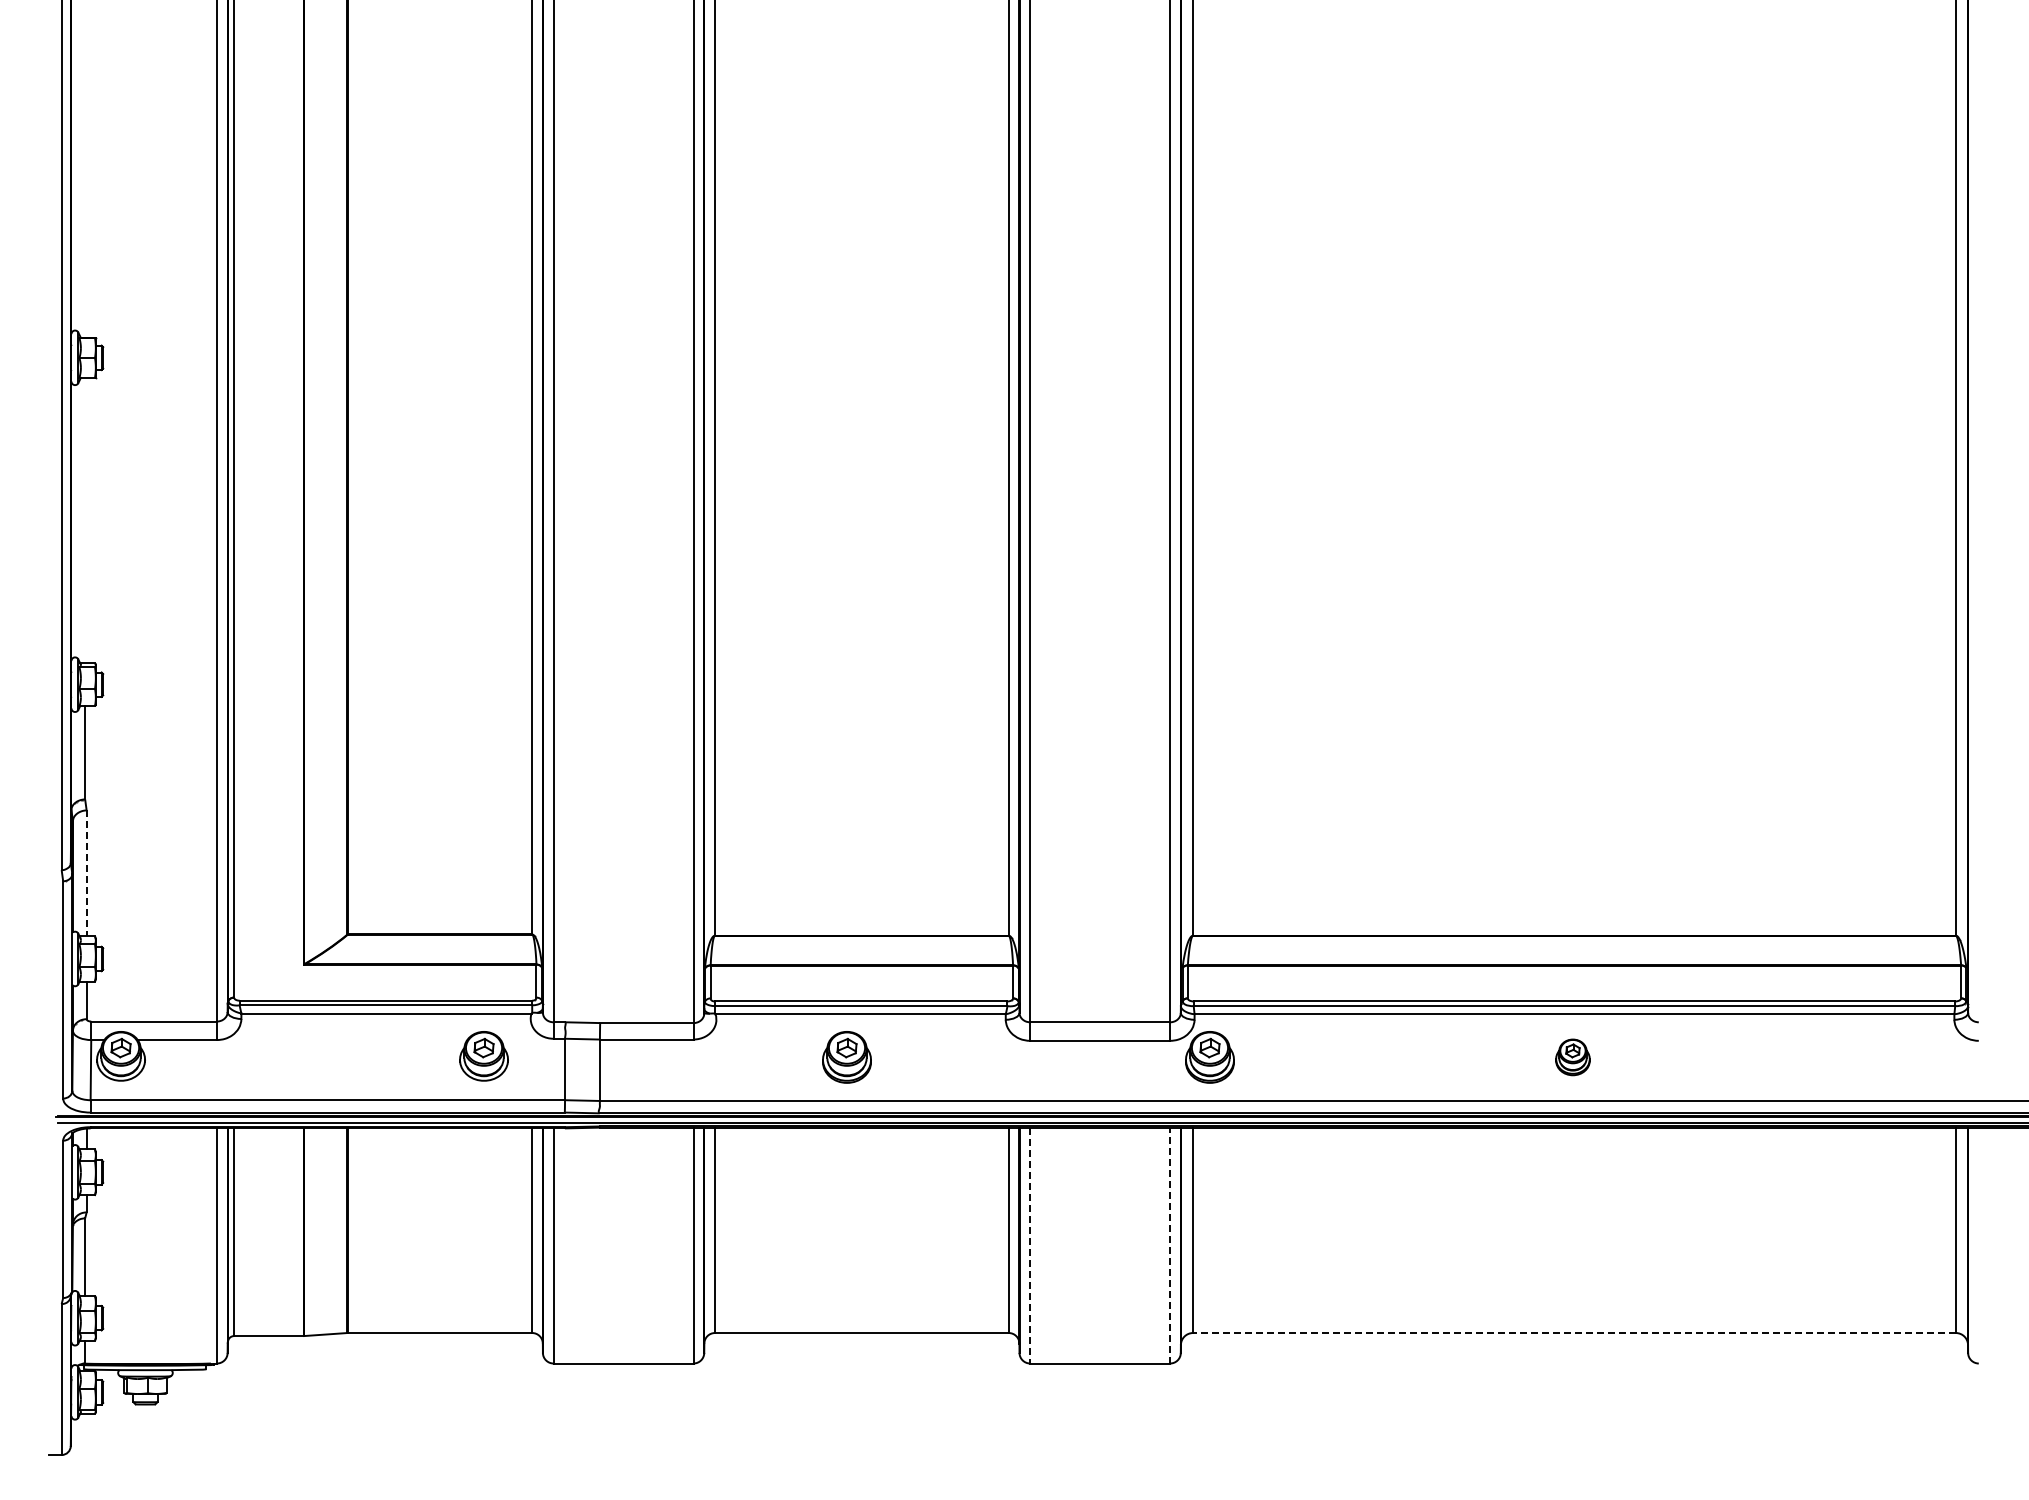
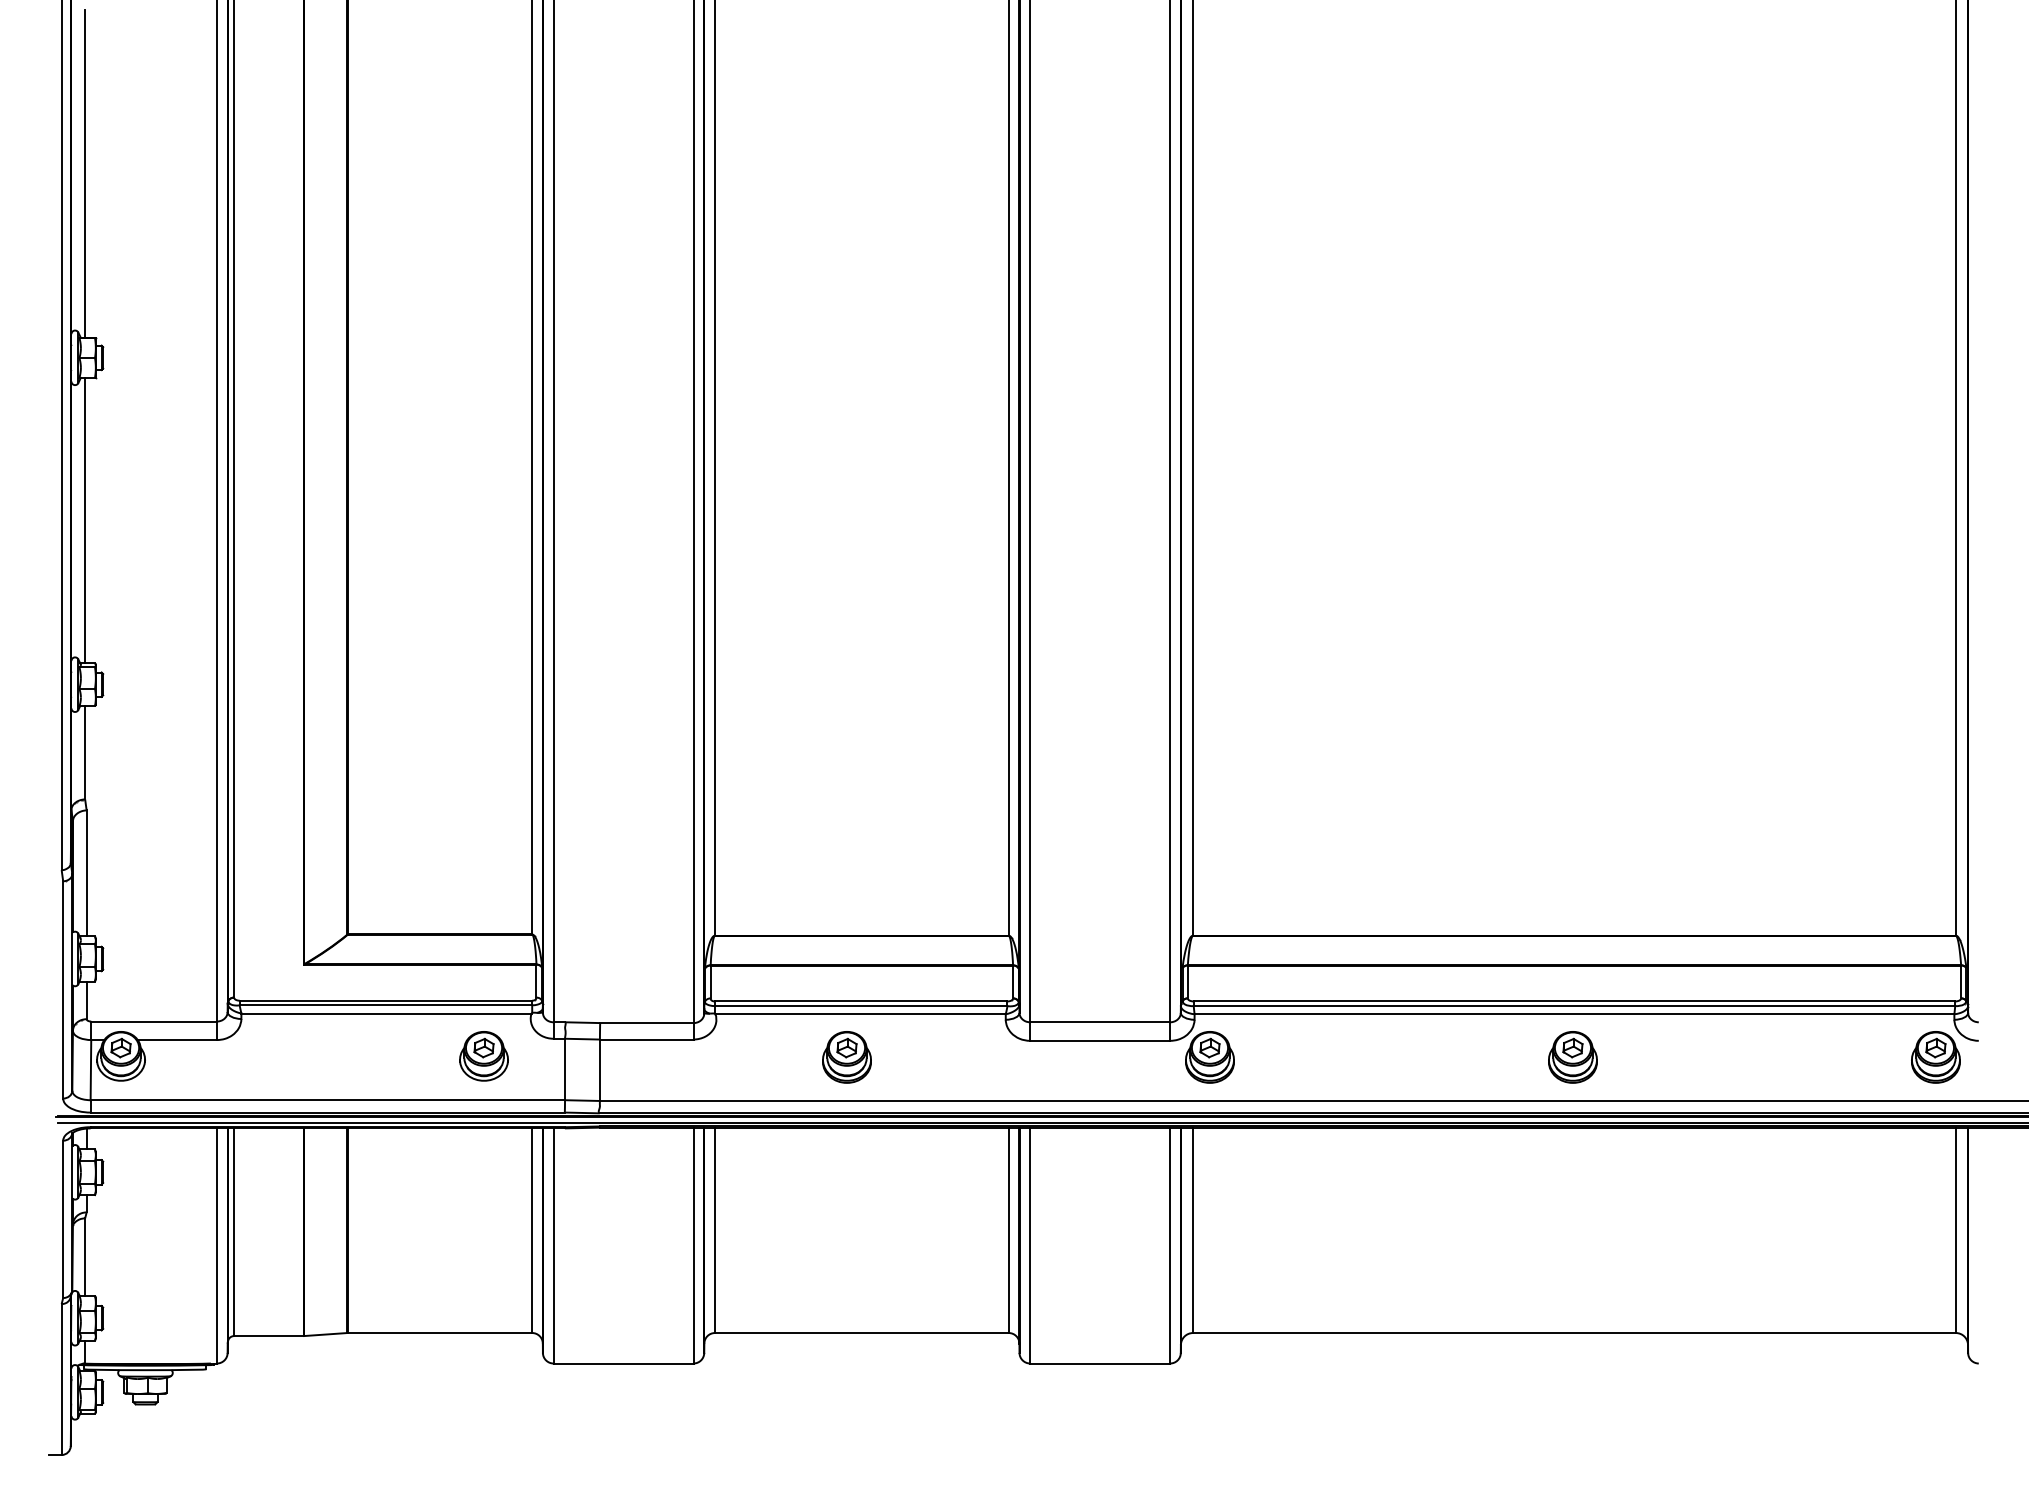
line at (85, 173): none -> present
line at (85, 520): none -> present
line at (86, 873): dashed -> solid
part at (1572, 1057) size: 36x39 px -> 50x53 px
part at (1935, 1057): none -> present
line at (1030, 1245): dashed -> solid
line at (1170, 1245): dashed -> solid
line at (1573, 1333): dashed -> solid
